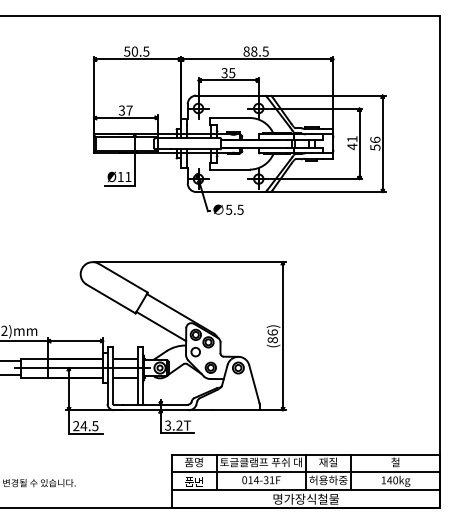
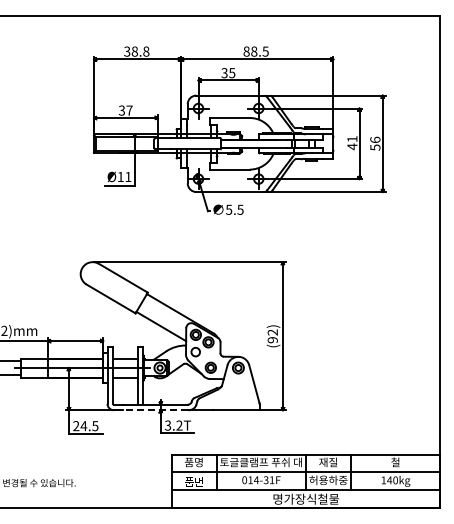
text at (136, 51): 50.5 -> 38.8
text at (272, 336): (86) -> (92)
line at (155, 410): solid -> dashed
